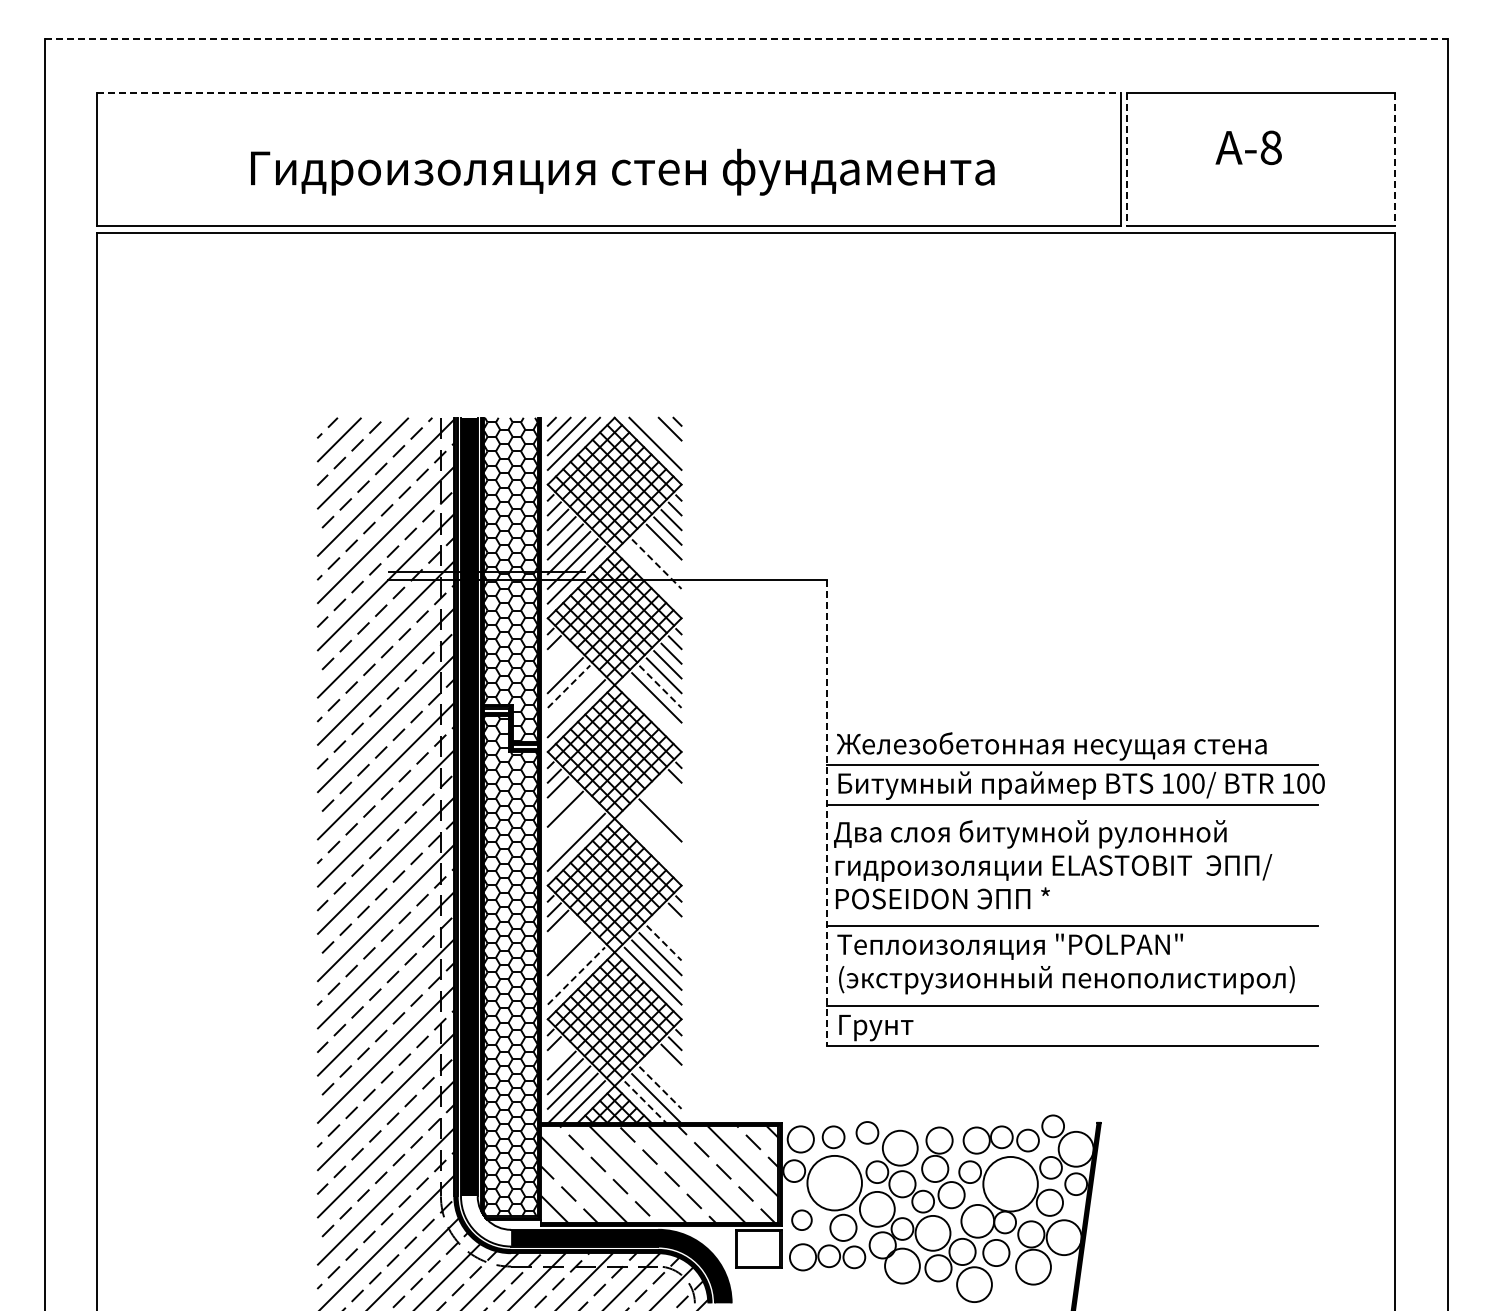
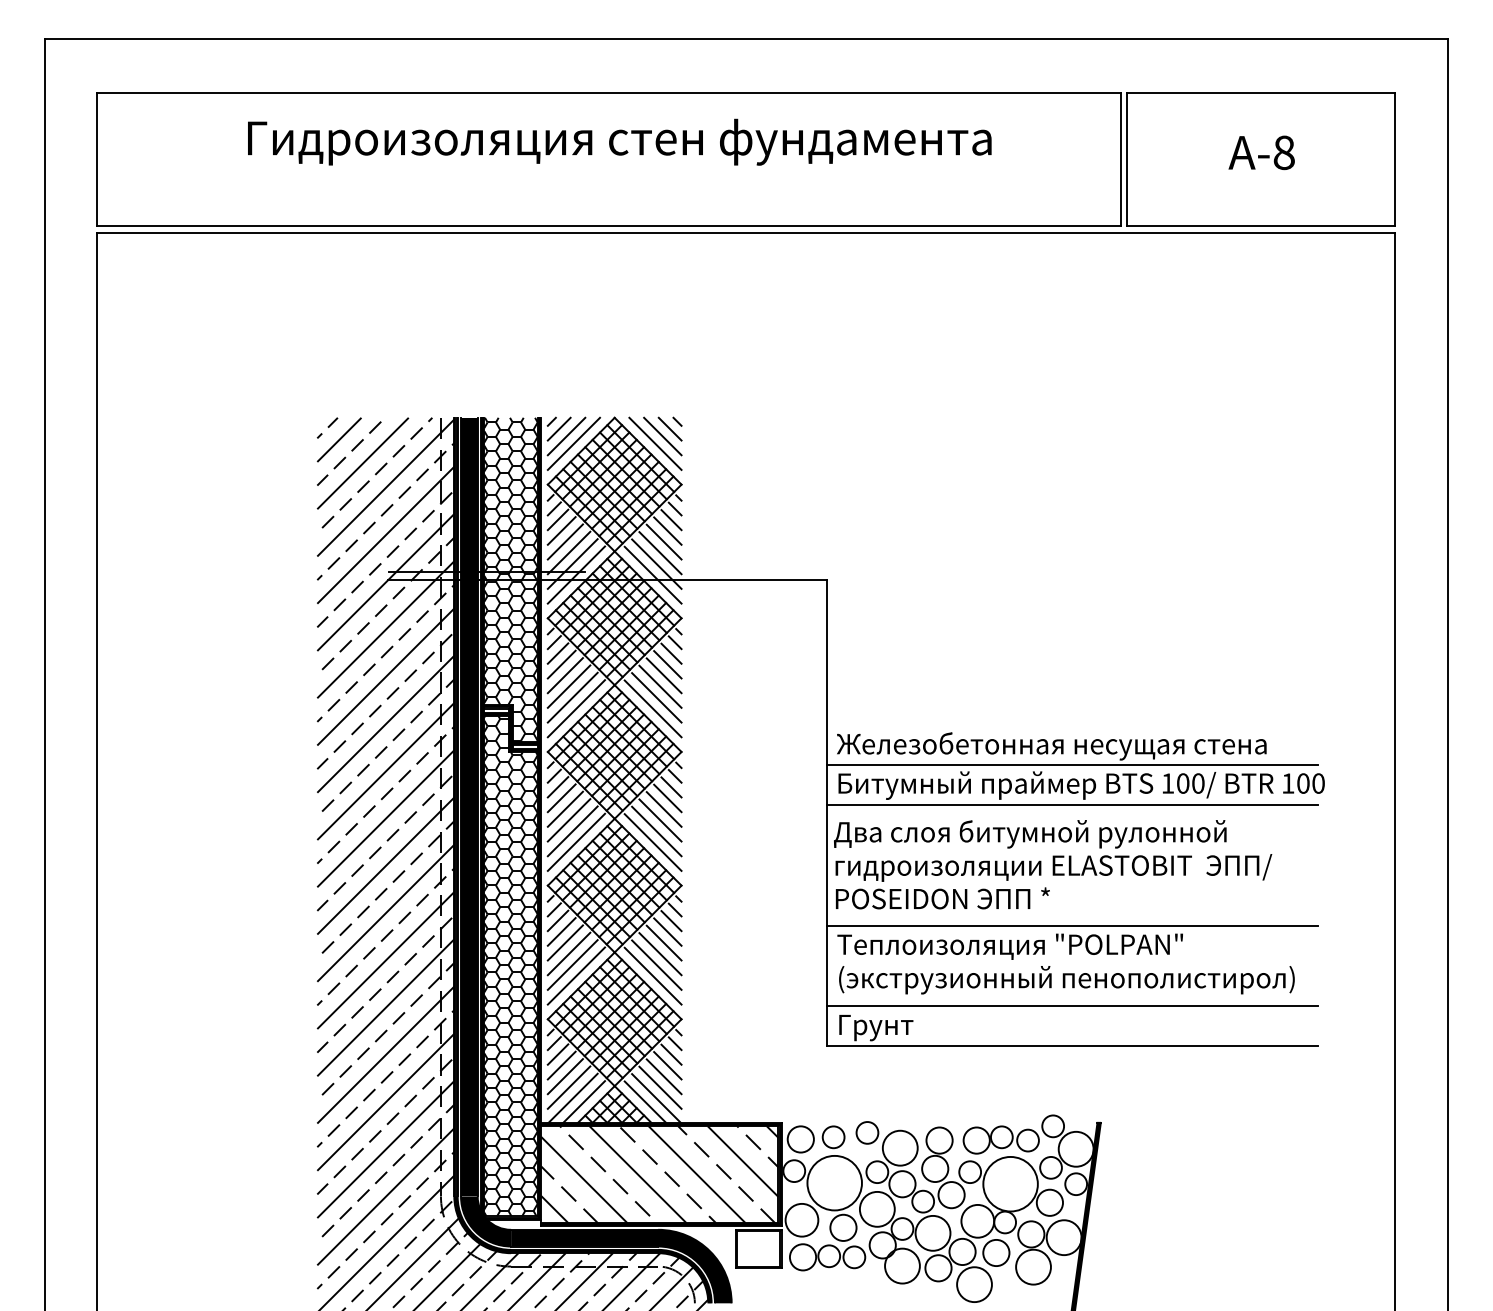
line at (746, 39): dashed -> solid
line at (609, 92): dashed -> solid
text at (1248, 147) position: (1248, 147) -> (1261, 152)
line at (1127, 159): dashed -> solid
line at (1394, 159): dashed -> solid
text at (622, 171) position: (622, 171) -> (619, 141)
line at (662, 436): none -> present
line at (660, 553): none -> present
line at (656, 564): dashed -> solid
line at (652, 574): none -> present
line at (557, 653): none -> present
line at (561, 664): none -> present
line at (569, 686): dashed -> solid
line at (660, 686): dashed -> solid
line at (572, 697): none -> present
line at (652, 708): none -> present
line at (671, 787): none -> present
line at (561, 798): none -> present
line at (667, 798): none -> present
line at (663, 809): none -> present
line at (827, 813): dashed -> solid
line at (568, 820): none -> present
line at (572, 831): none -> present
line at (656, 831): none -> present
line at (652, 842): none -> present
line at (671, 921): none -> present
line at (561, 931): none -> present
line at (667, 931): none -> present
line at (564, 942): none -> present
line at (664, 943): dashed -> solid
line at (572, 964): none -> present
line at (576, 975): dashed -> solid
line at (557, 1054): none -> present
line at (667, 1065): none -> present
line at (663, 1076): none -> present
line at (660, 1087): dashed -> solid
line at (645, 1102): dashed -> solid
circle at (801, 1220) diameter: 20 px -> 33 px
fill at (486, 1221): none -> present
